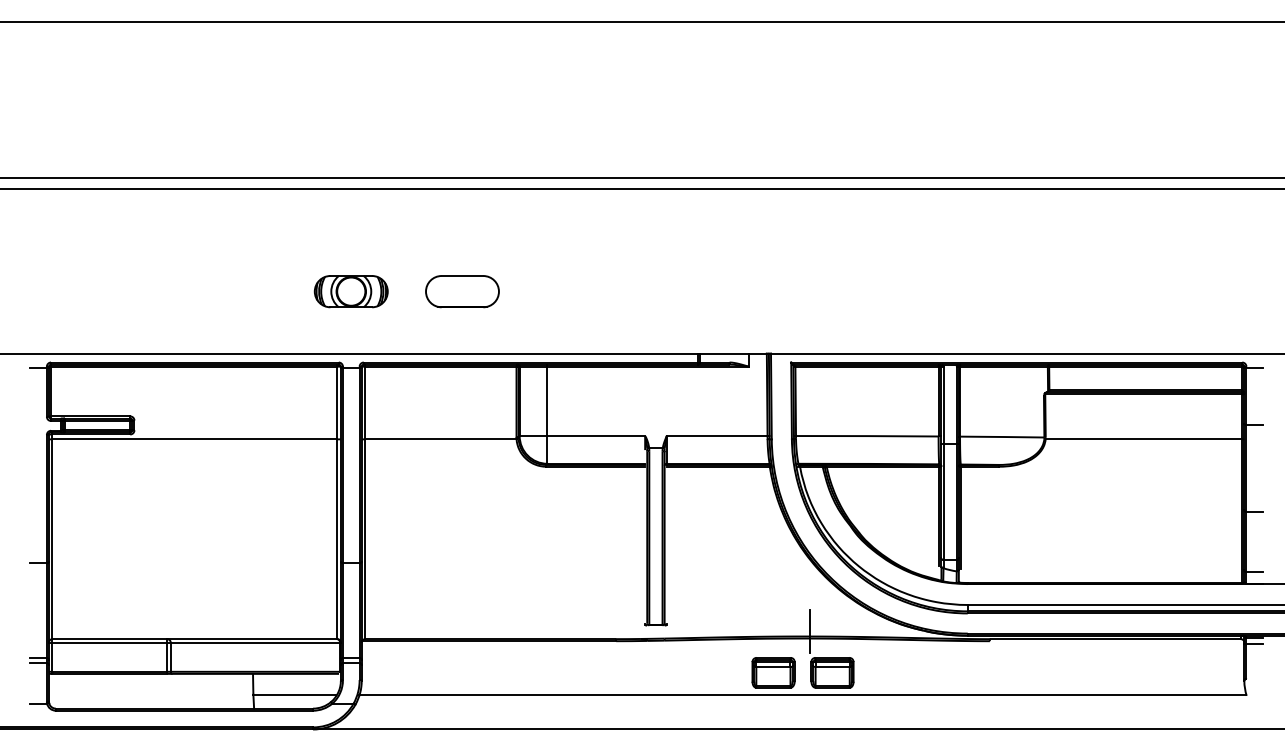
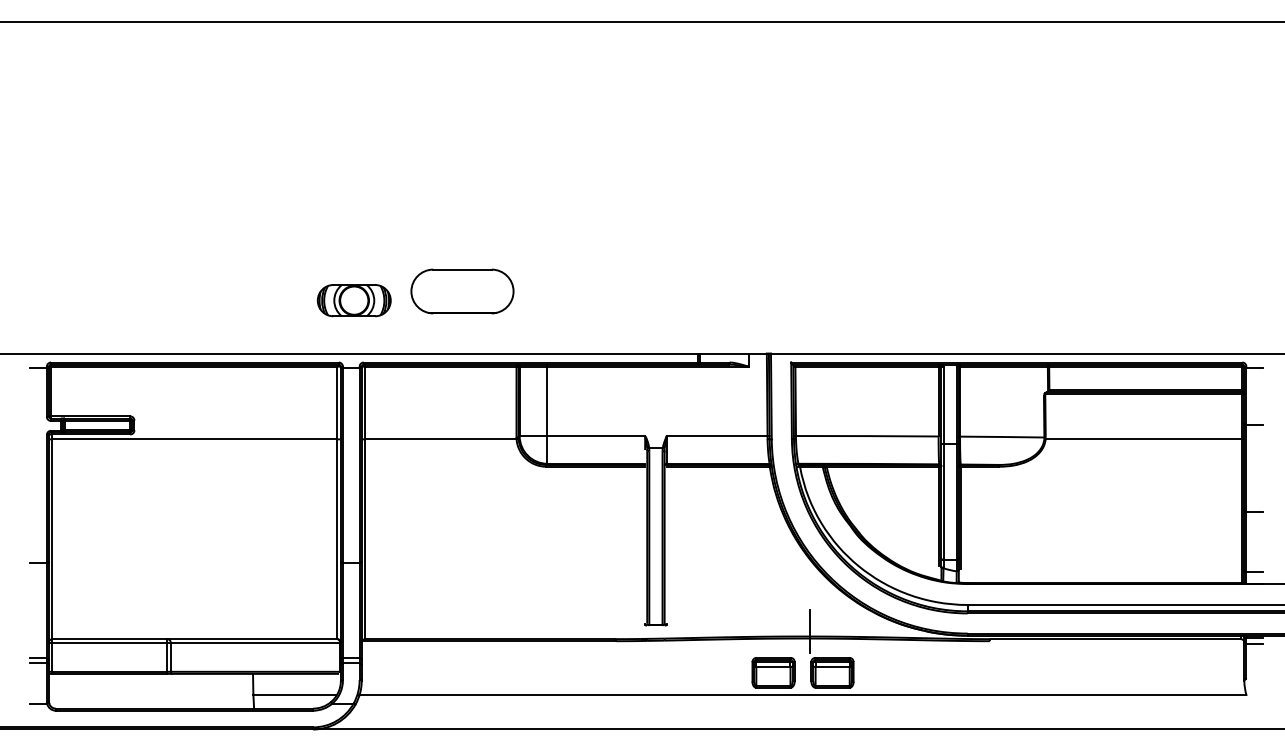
line at (641, 178): present -> none
line at (641, 189): present -> none
part at (350, 291) position: (350, 291) -> (353, 300)
part at (462, 291) size: 75x34 px -> 105x47 px
